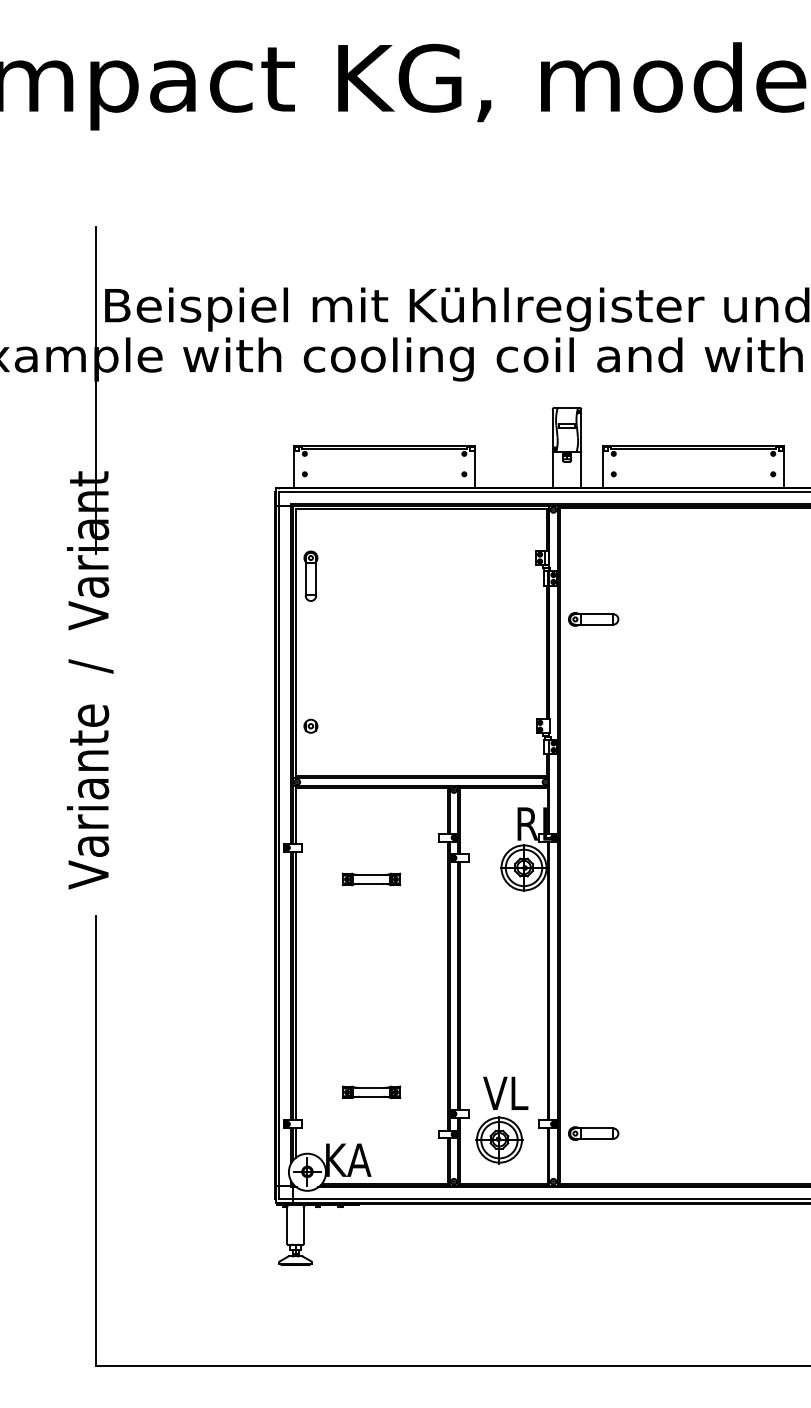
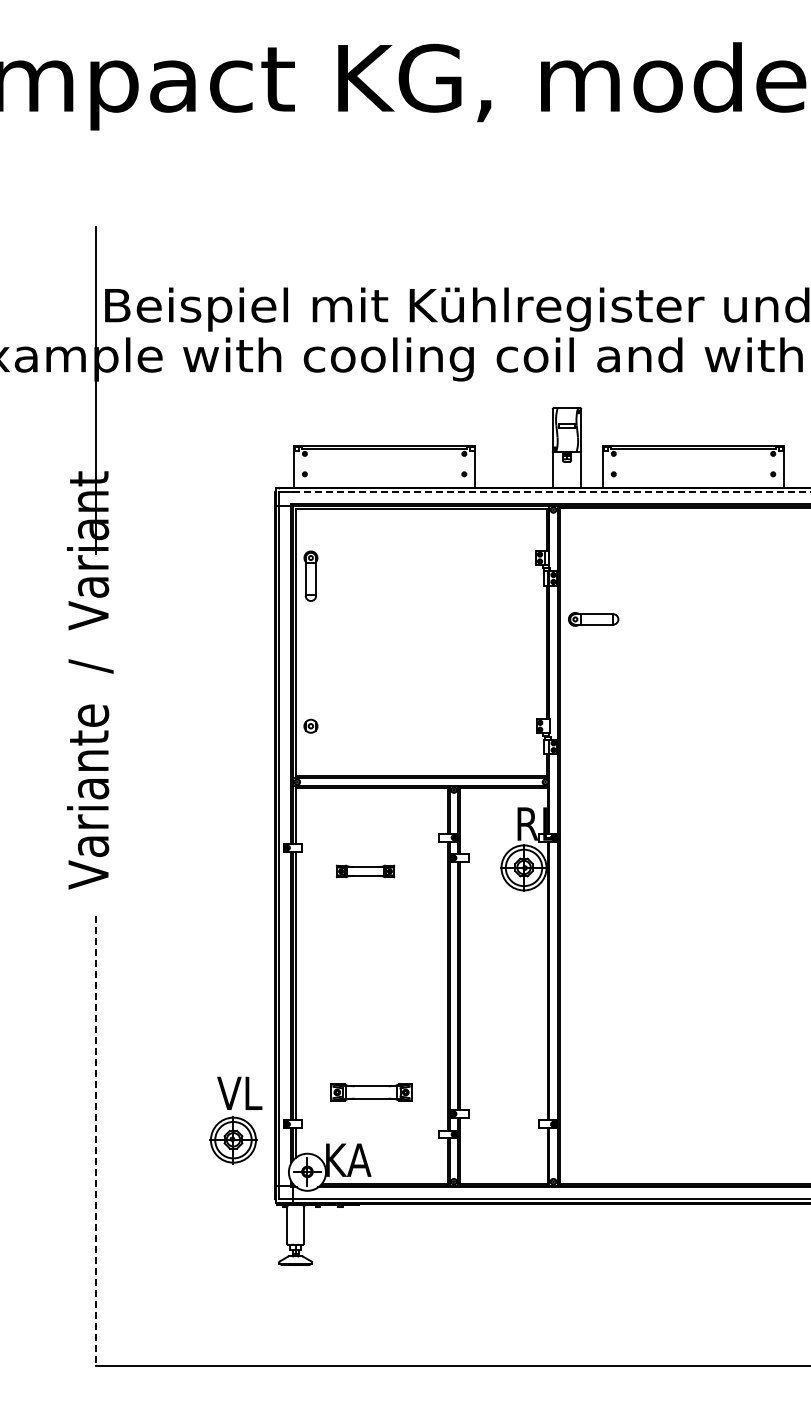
line at (552, 492): solid -> dashed
part at (371, 879) position: (371, 879) -> (365, 871)
part at (371, 1091) size: 61x14 px -> 83x19 px
part at (501, 1120) position: (501, 1120) -> (235, 1120)
part at (593, 1133): present -> none
line at (95, 1140): solid -> dashed
